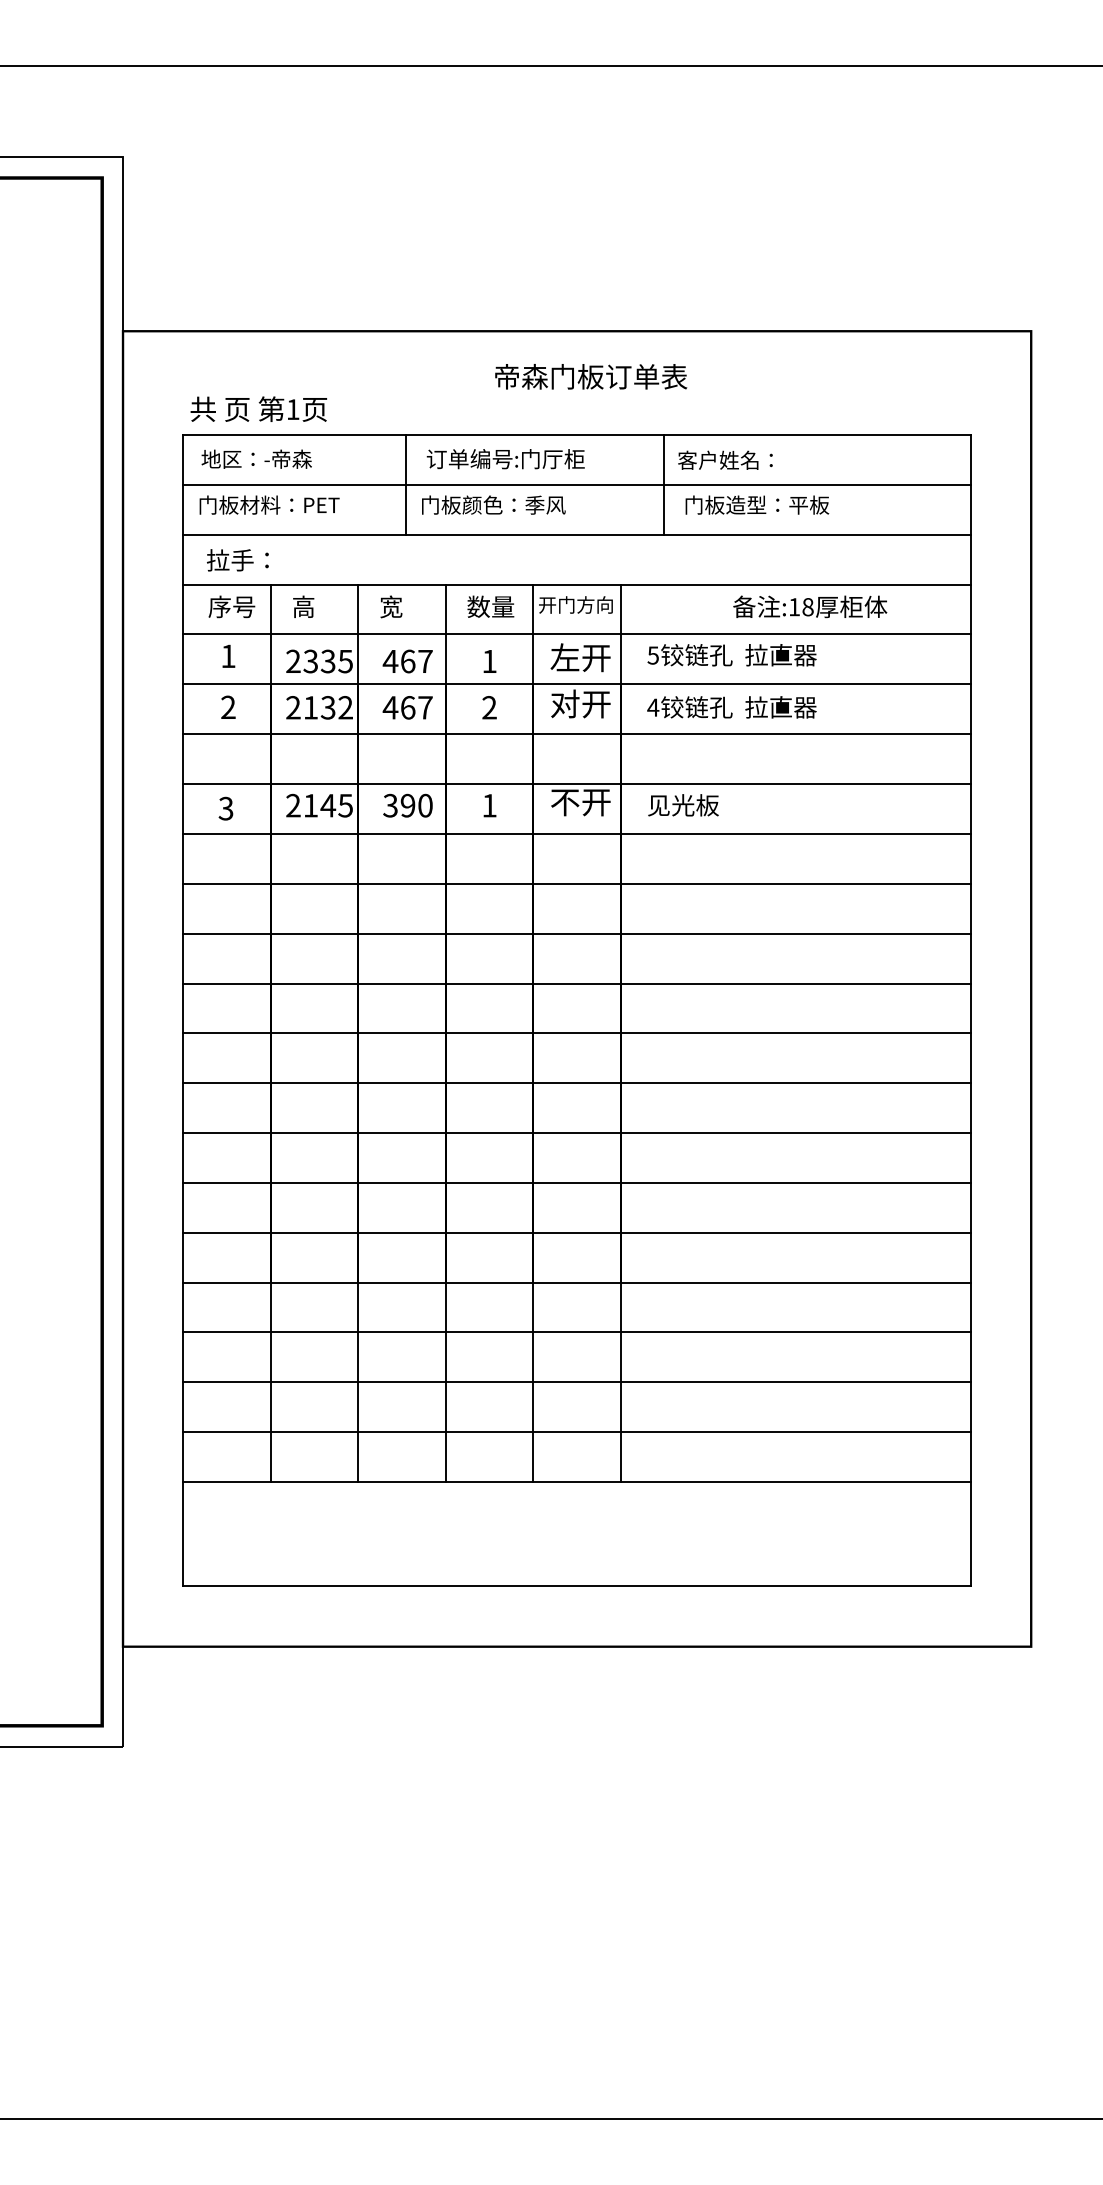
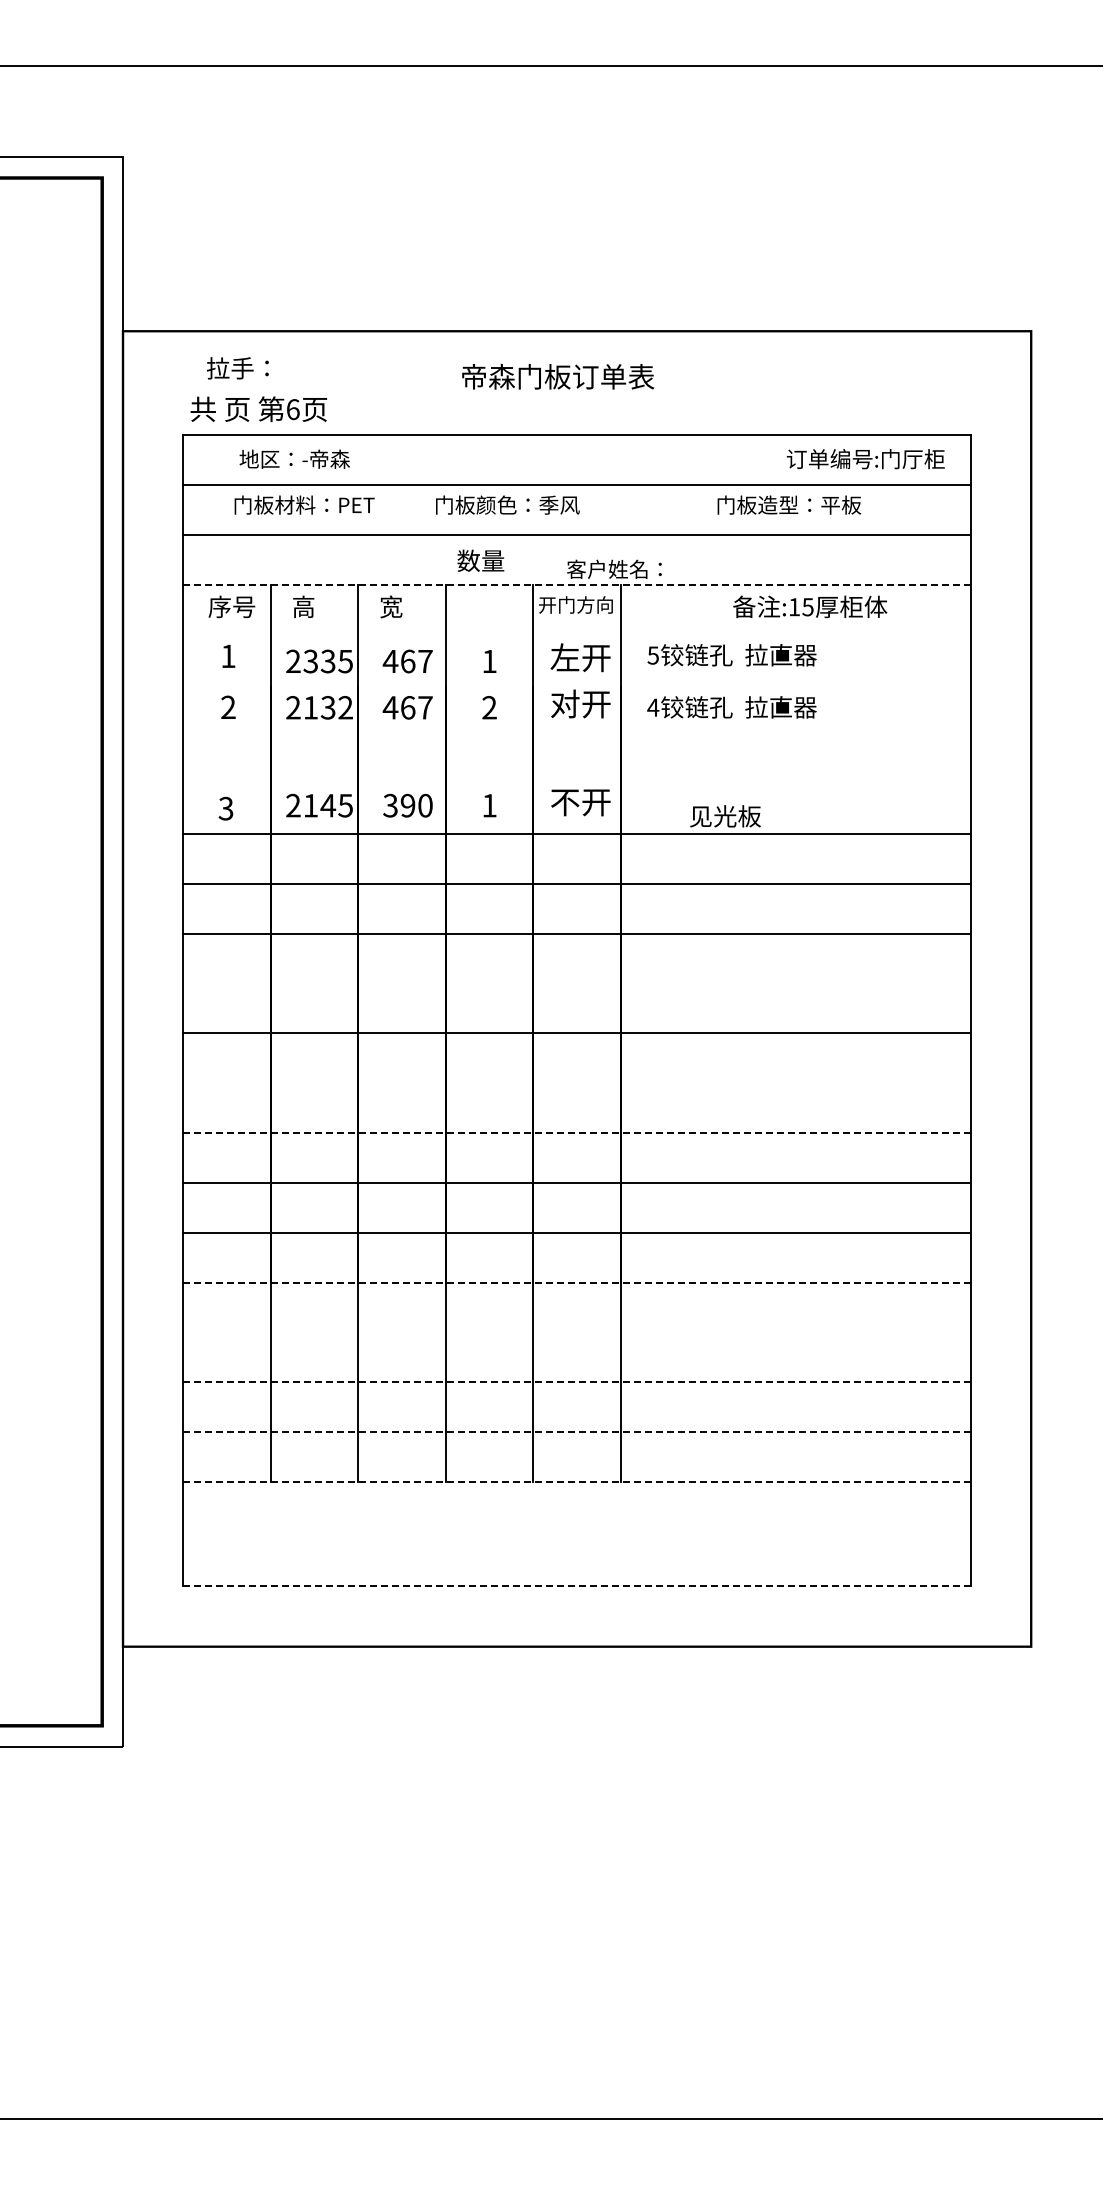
text at (591, 376) position: (591, 376) -> (558, 376)
text at (293, 409): 1 -> 6
text at (256, 458) position: (256, 458) -> (294, 458)
text at (505, 459) position: (505, 459) -> (865, 459)
text at (725, 459) position: (725, 459) -> (614, 568)
line at (406, 484): present -> none
line at (664, 484): present -> none
text at (269, 504) position: (269, 504) -> (304, 504)
text at (493, 504) position: (493, 504) -> (507, 504)
text at (757, 504) position: (757, 504) -> (789, 504)
text at (237, 560) position: (237, 560) -> (237, 368)
line at (577, 584): solid -> dashed
text at (490, 606) position: (490, 606) -> (480, 560)
text at (807, 607): 18 -> 15
line at (576, 634): present -> none
line at (576, 684): present -> none
line at (576, 734): present -> none
line at (576, 784): present -> none
text at (683, 805) position: (683, 805) -> (725, 816)
line at (576, 983): present -> none
line at (576, 1083): present -> none
line at (577, 1132): solid -> dashed
line at (577, 1282): solid -> dashed
line at (576, 1332): present -> none
line at (577, 1382): solid -> dashed
line at (577, 1432): solid -> dashed
line at (577, 1481): solid -> dashed
line at (577, 1585): solid -> dashed
